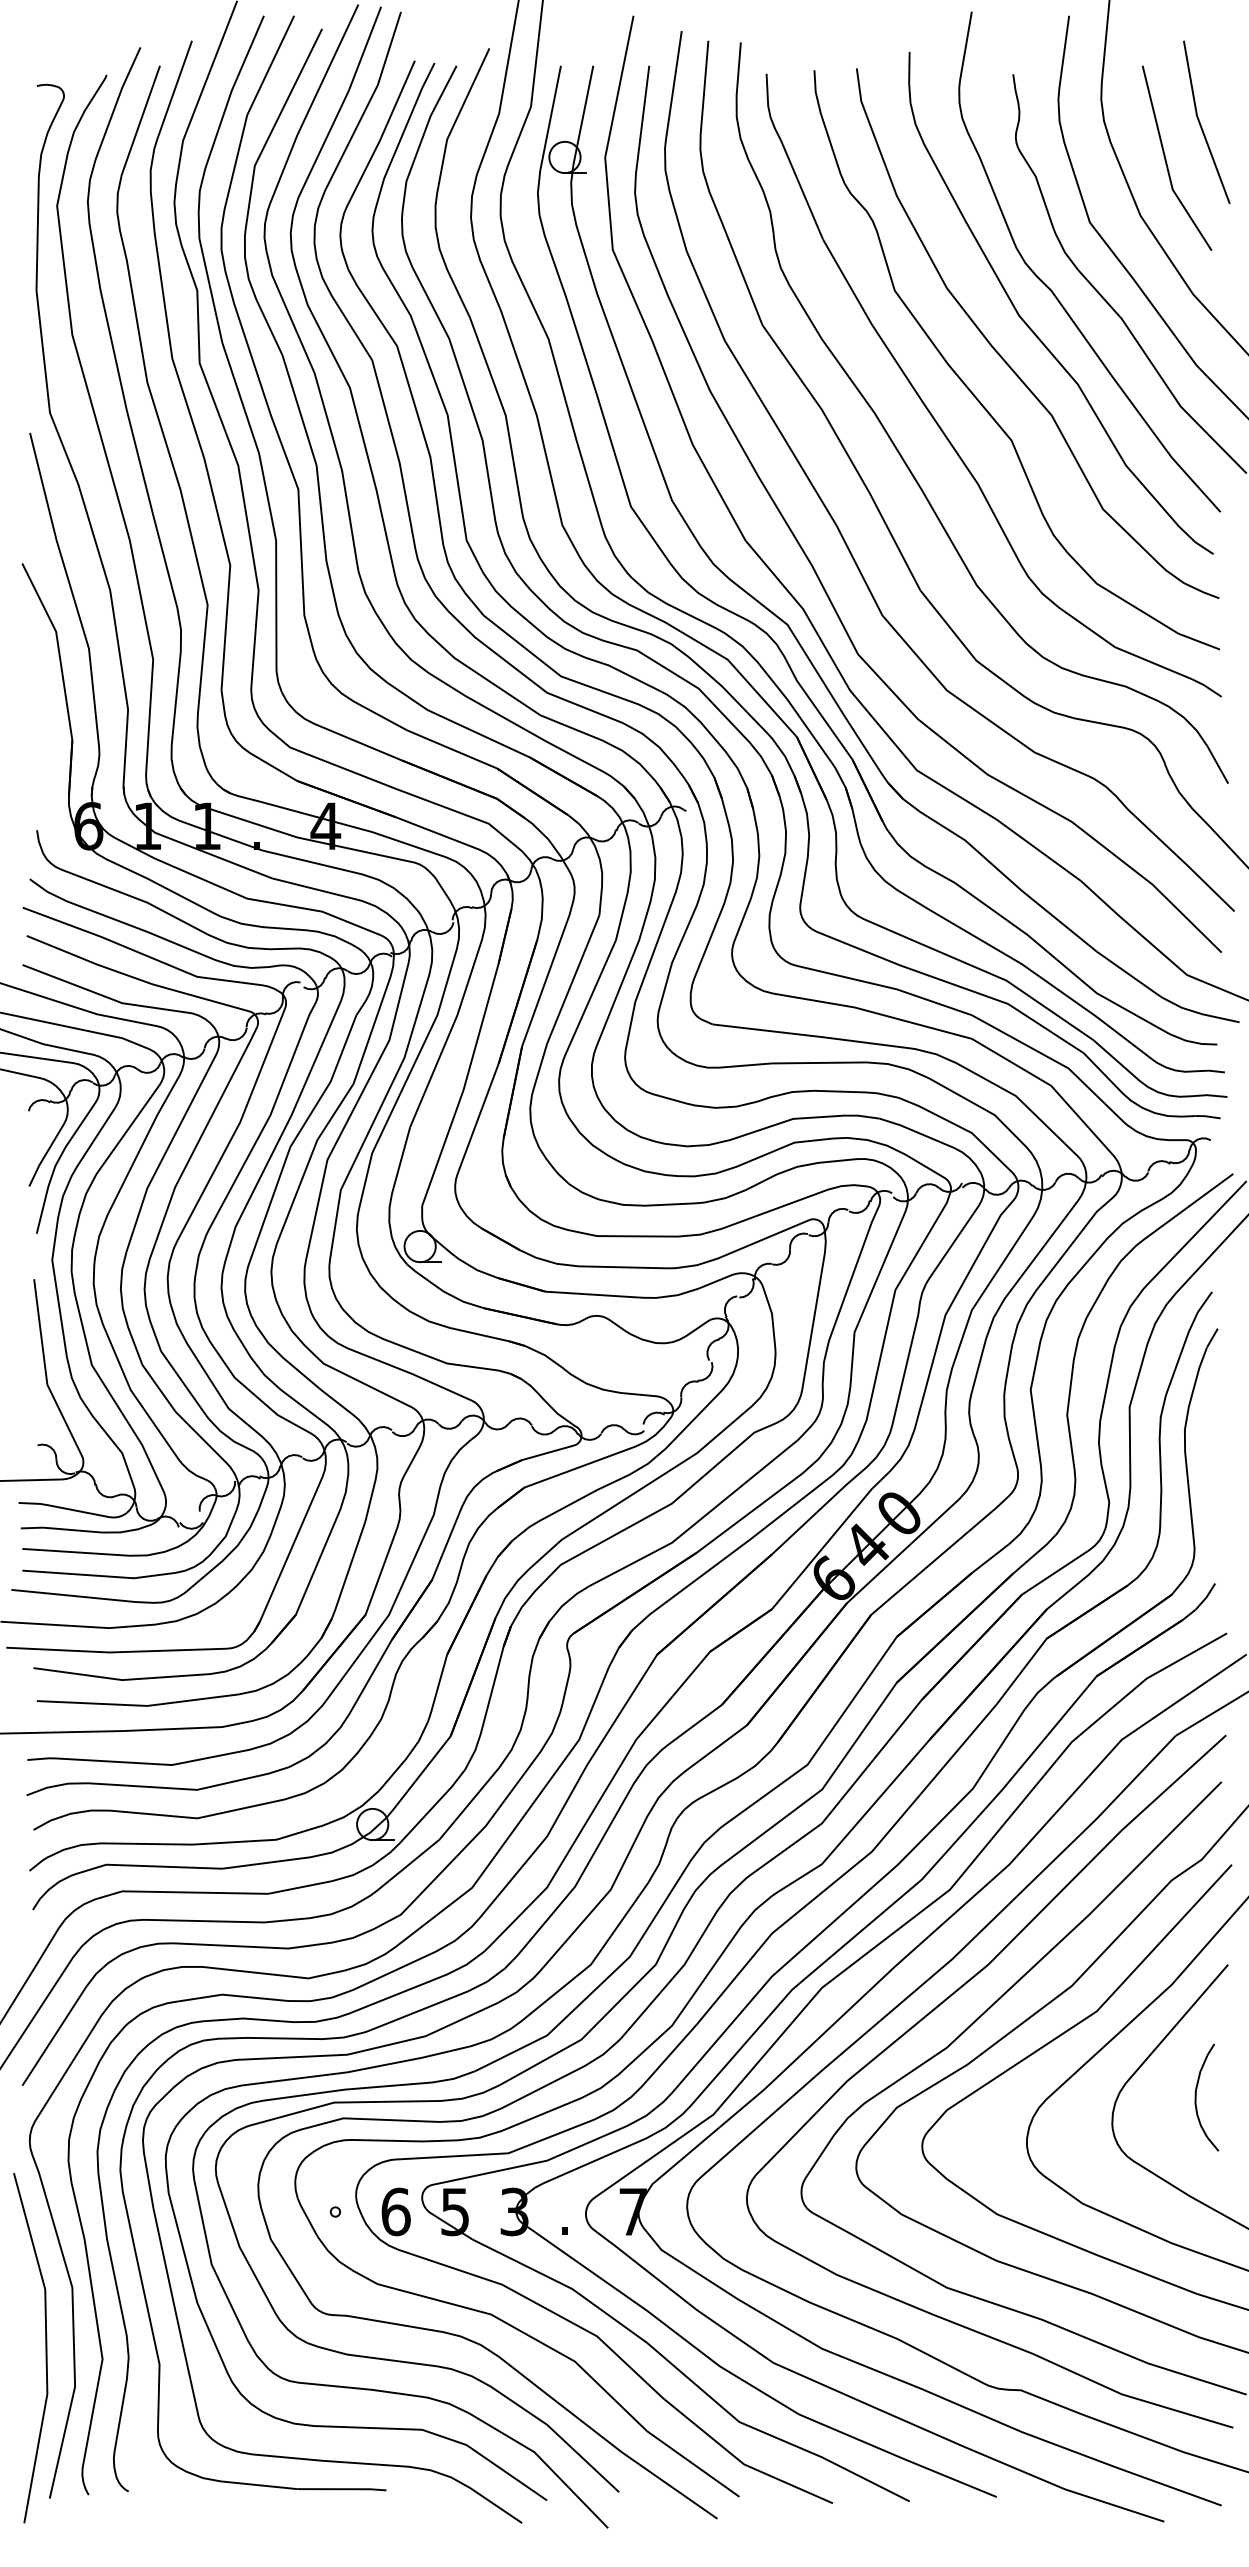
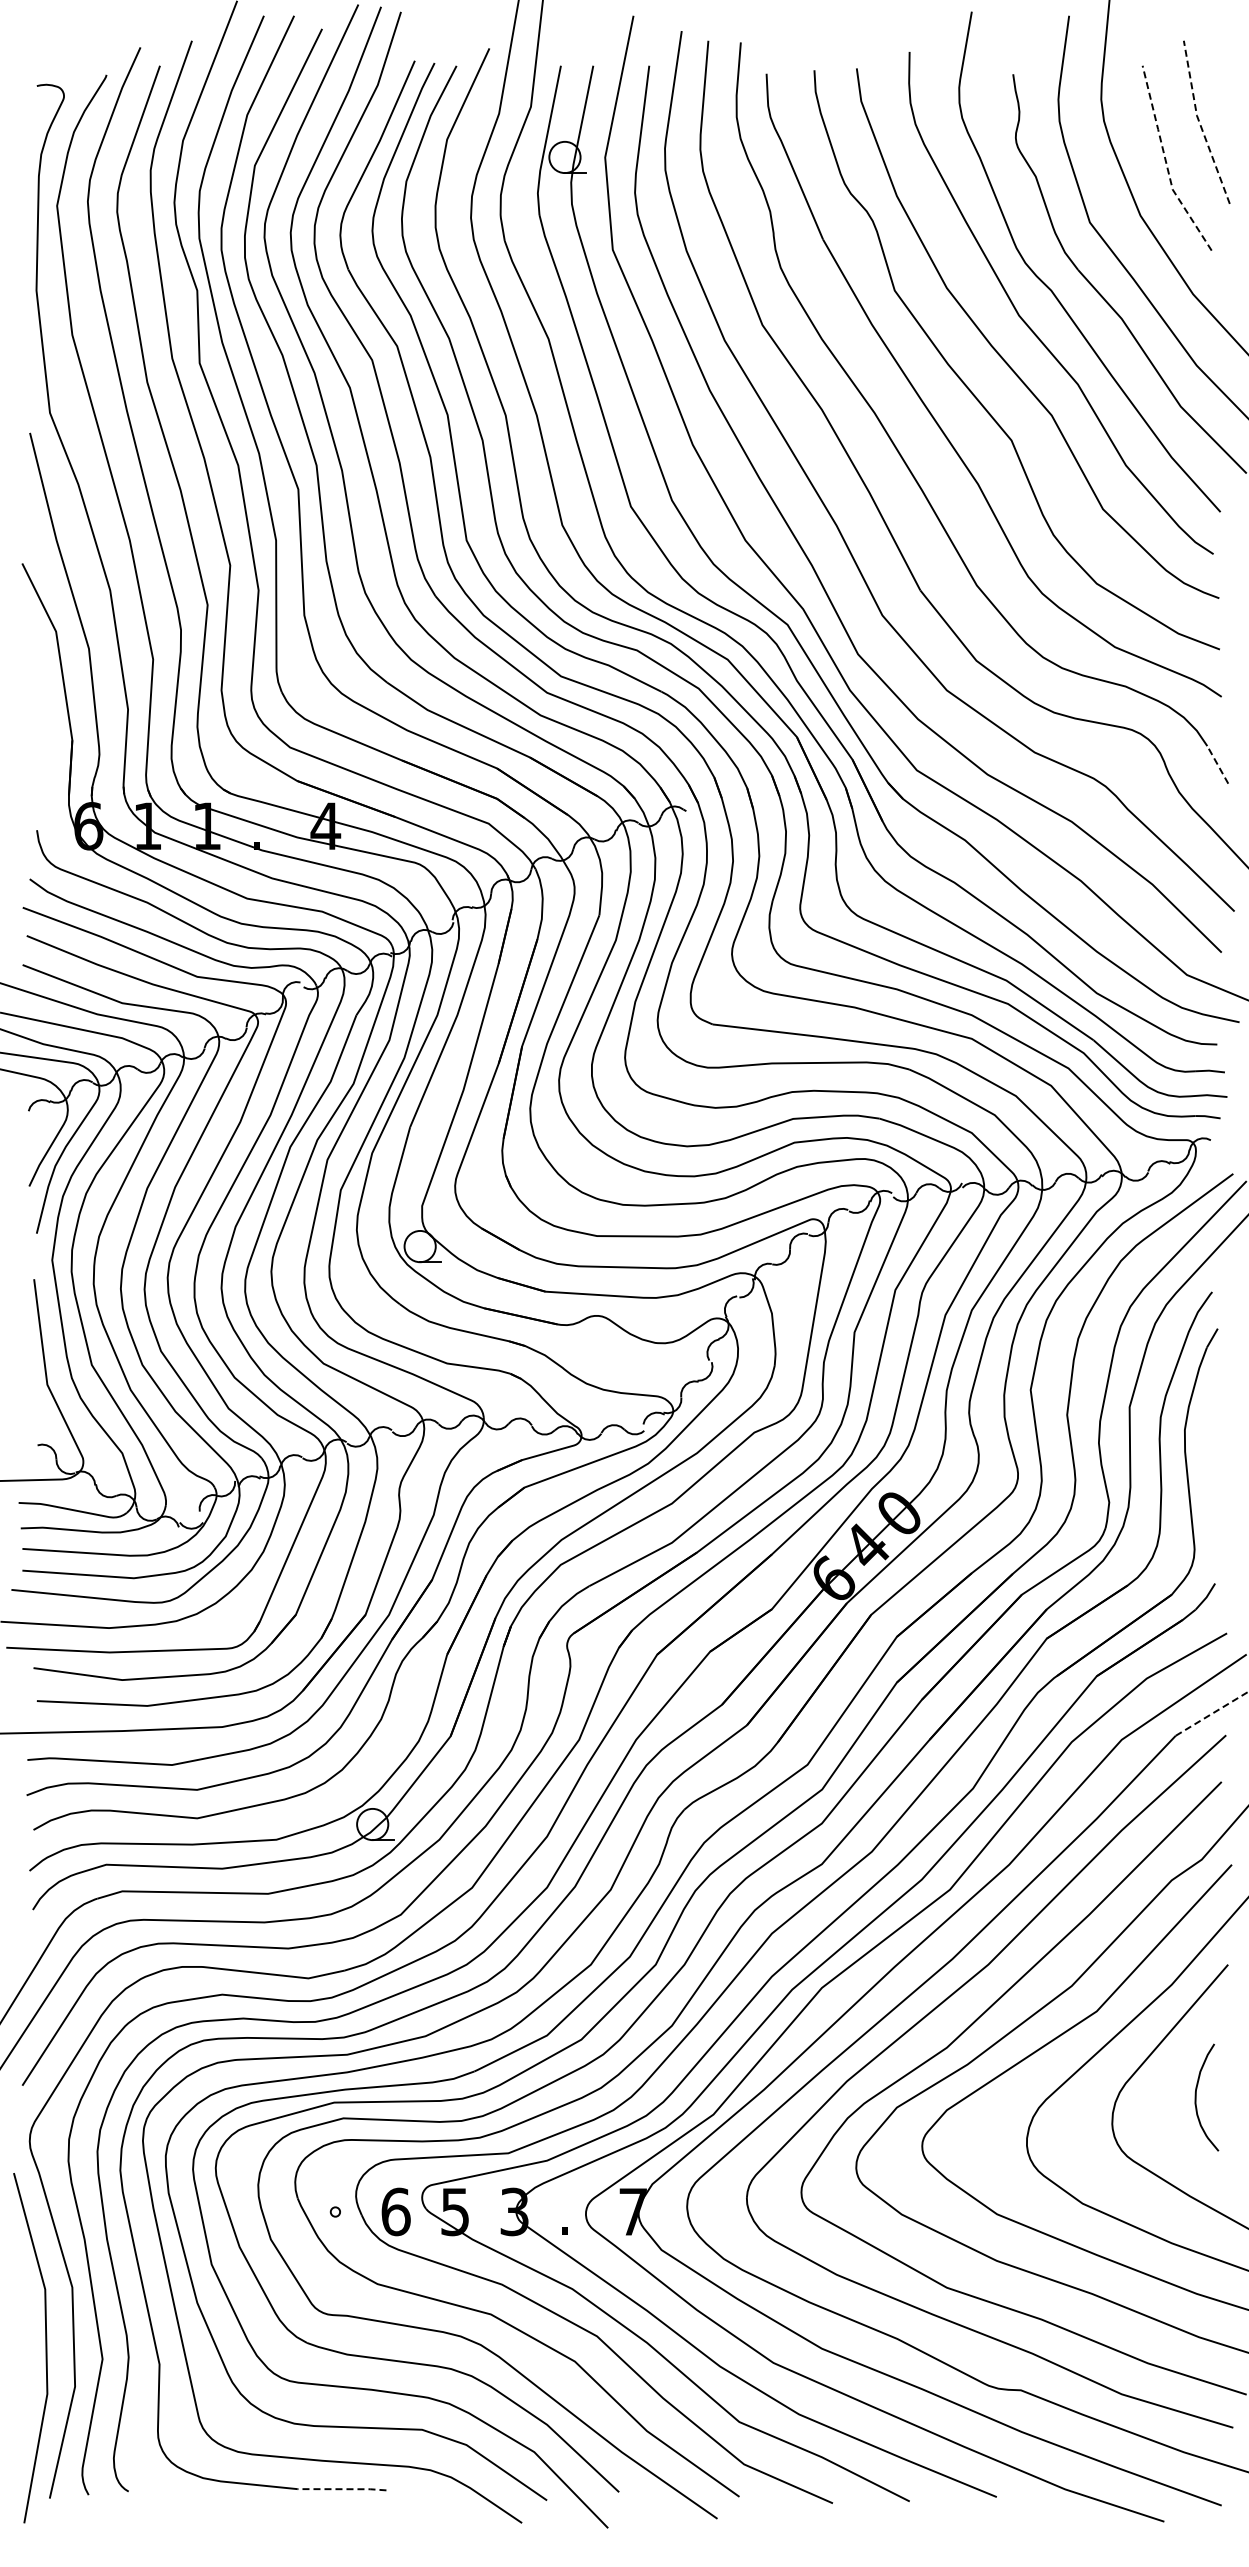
line at (1199, 123): solid -> dashed
line at (1166, 162): solid -> dashed
line at (1217, 764): solid -> dashed
line at (1212, 1713): solid -> dashed
line at (342, 2489): solid -> dashed
